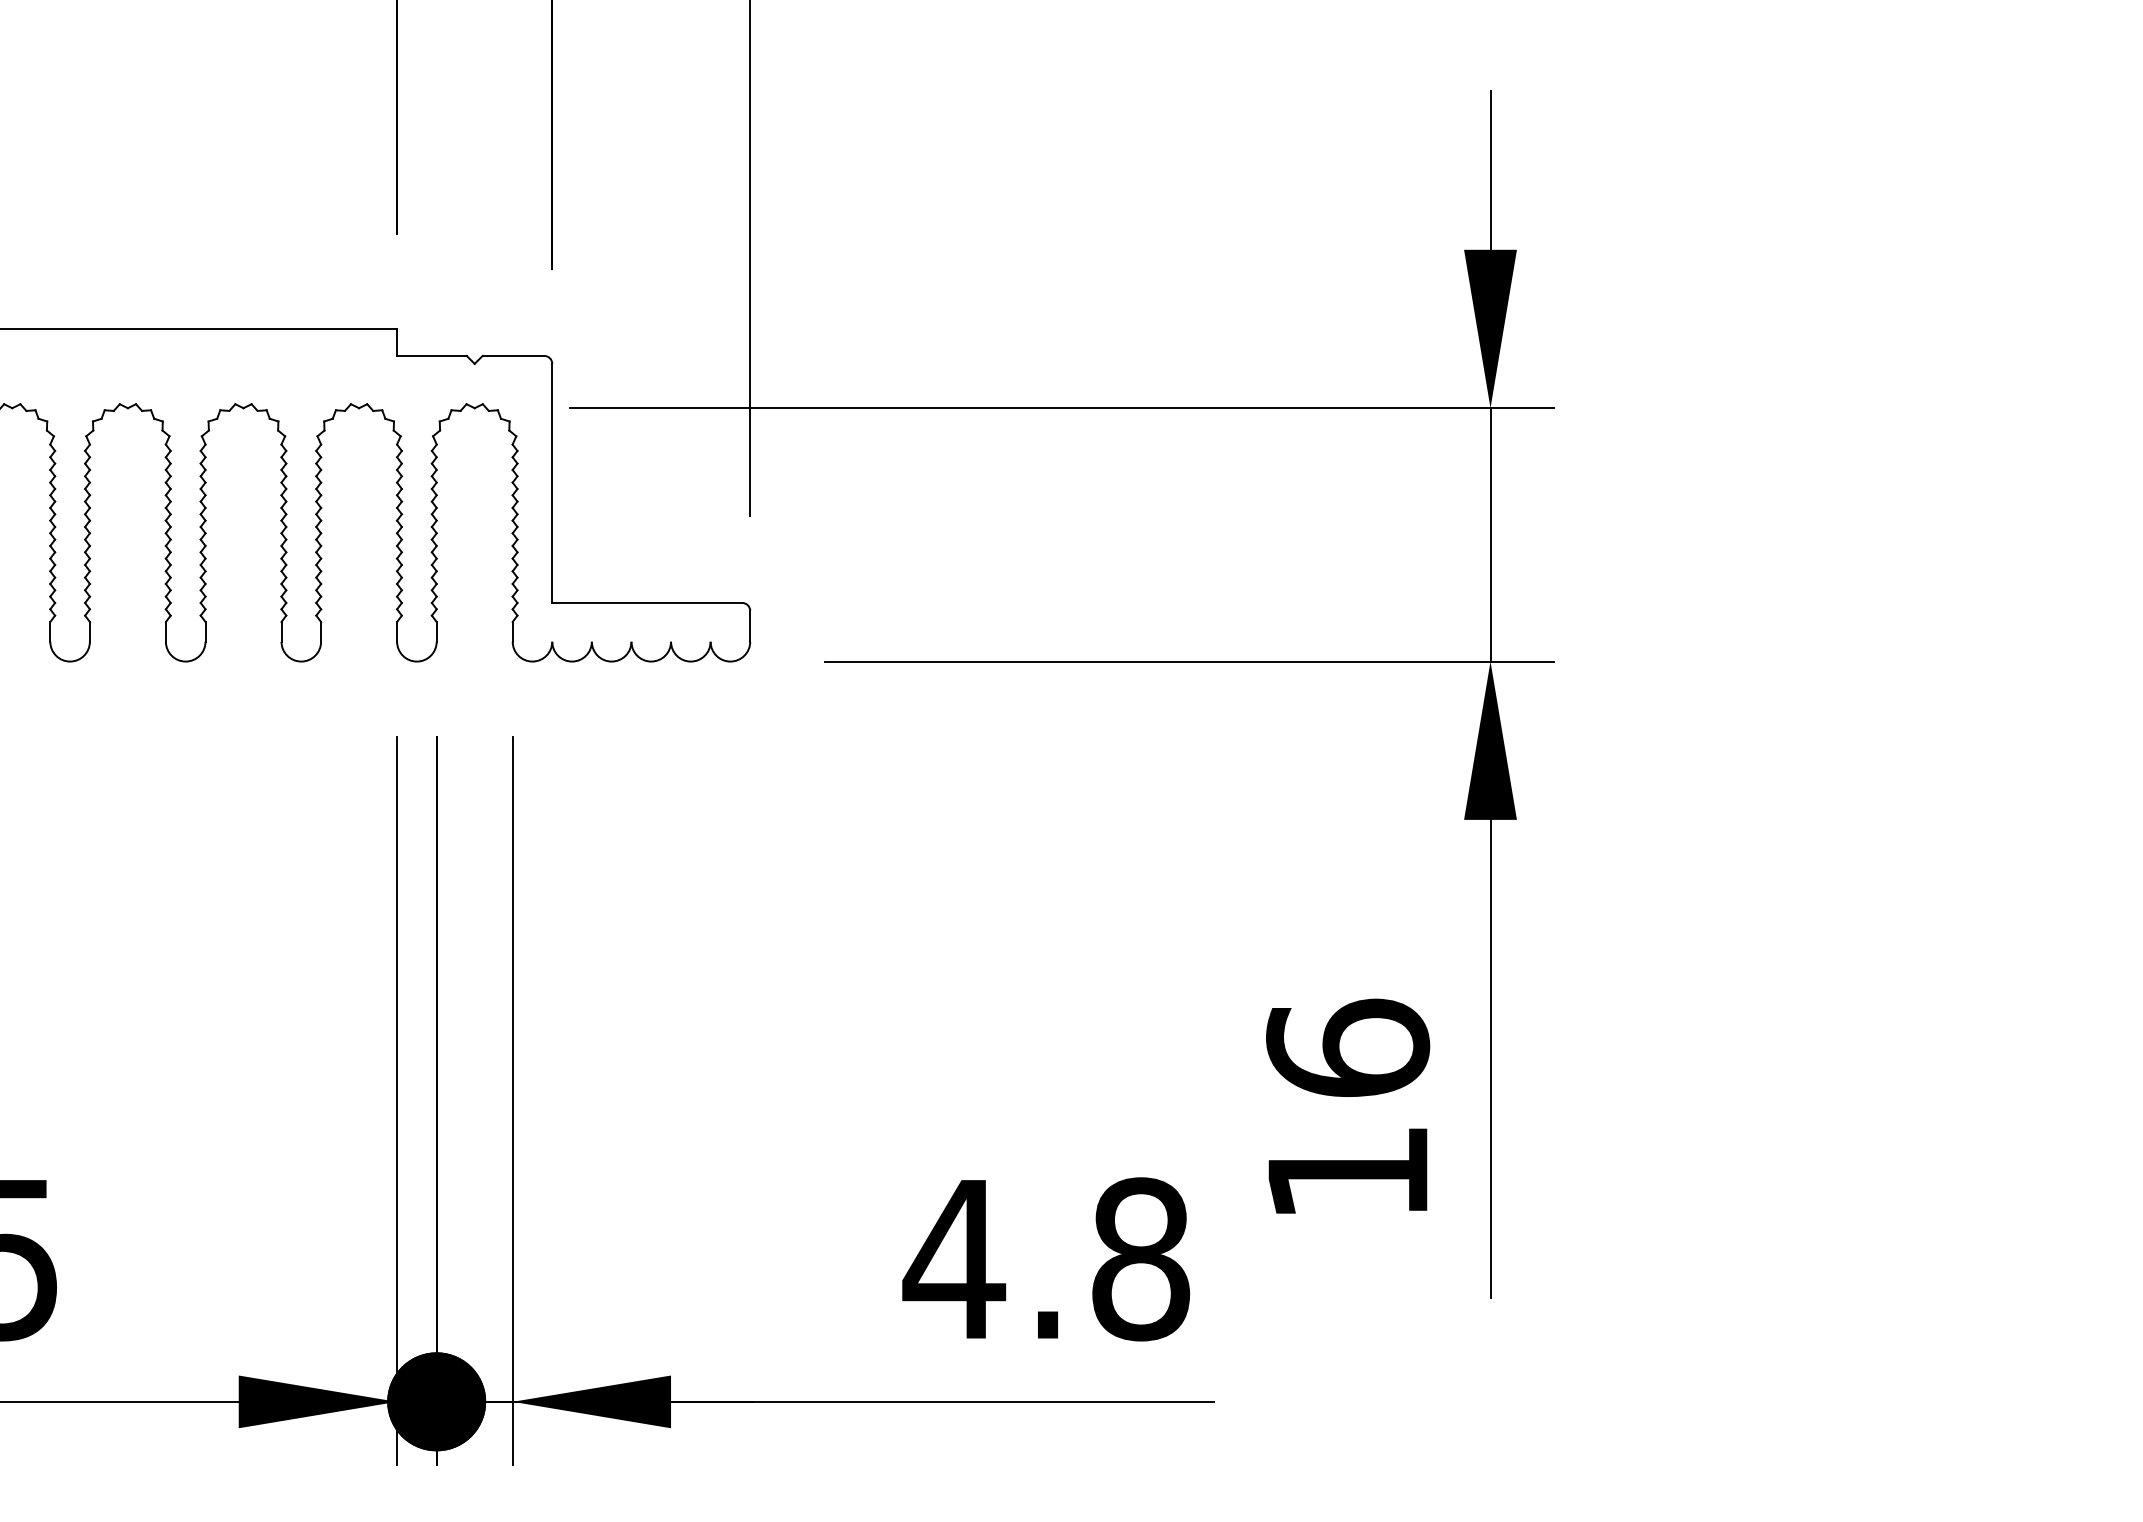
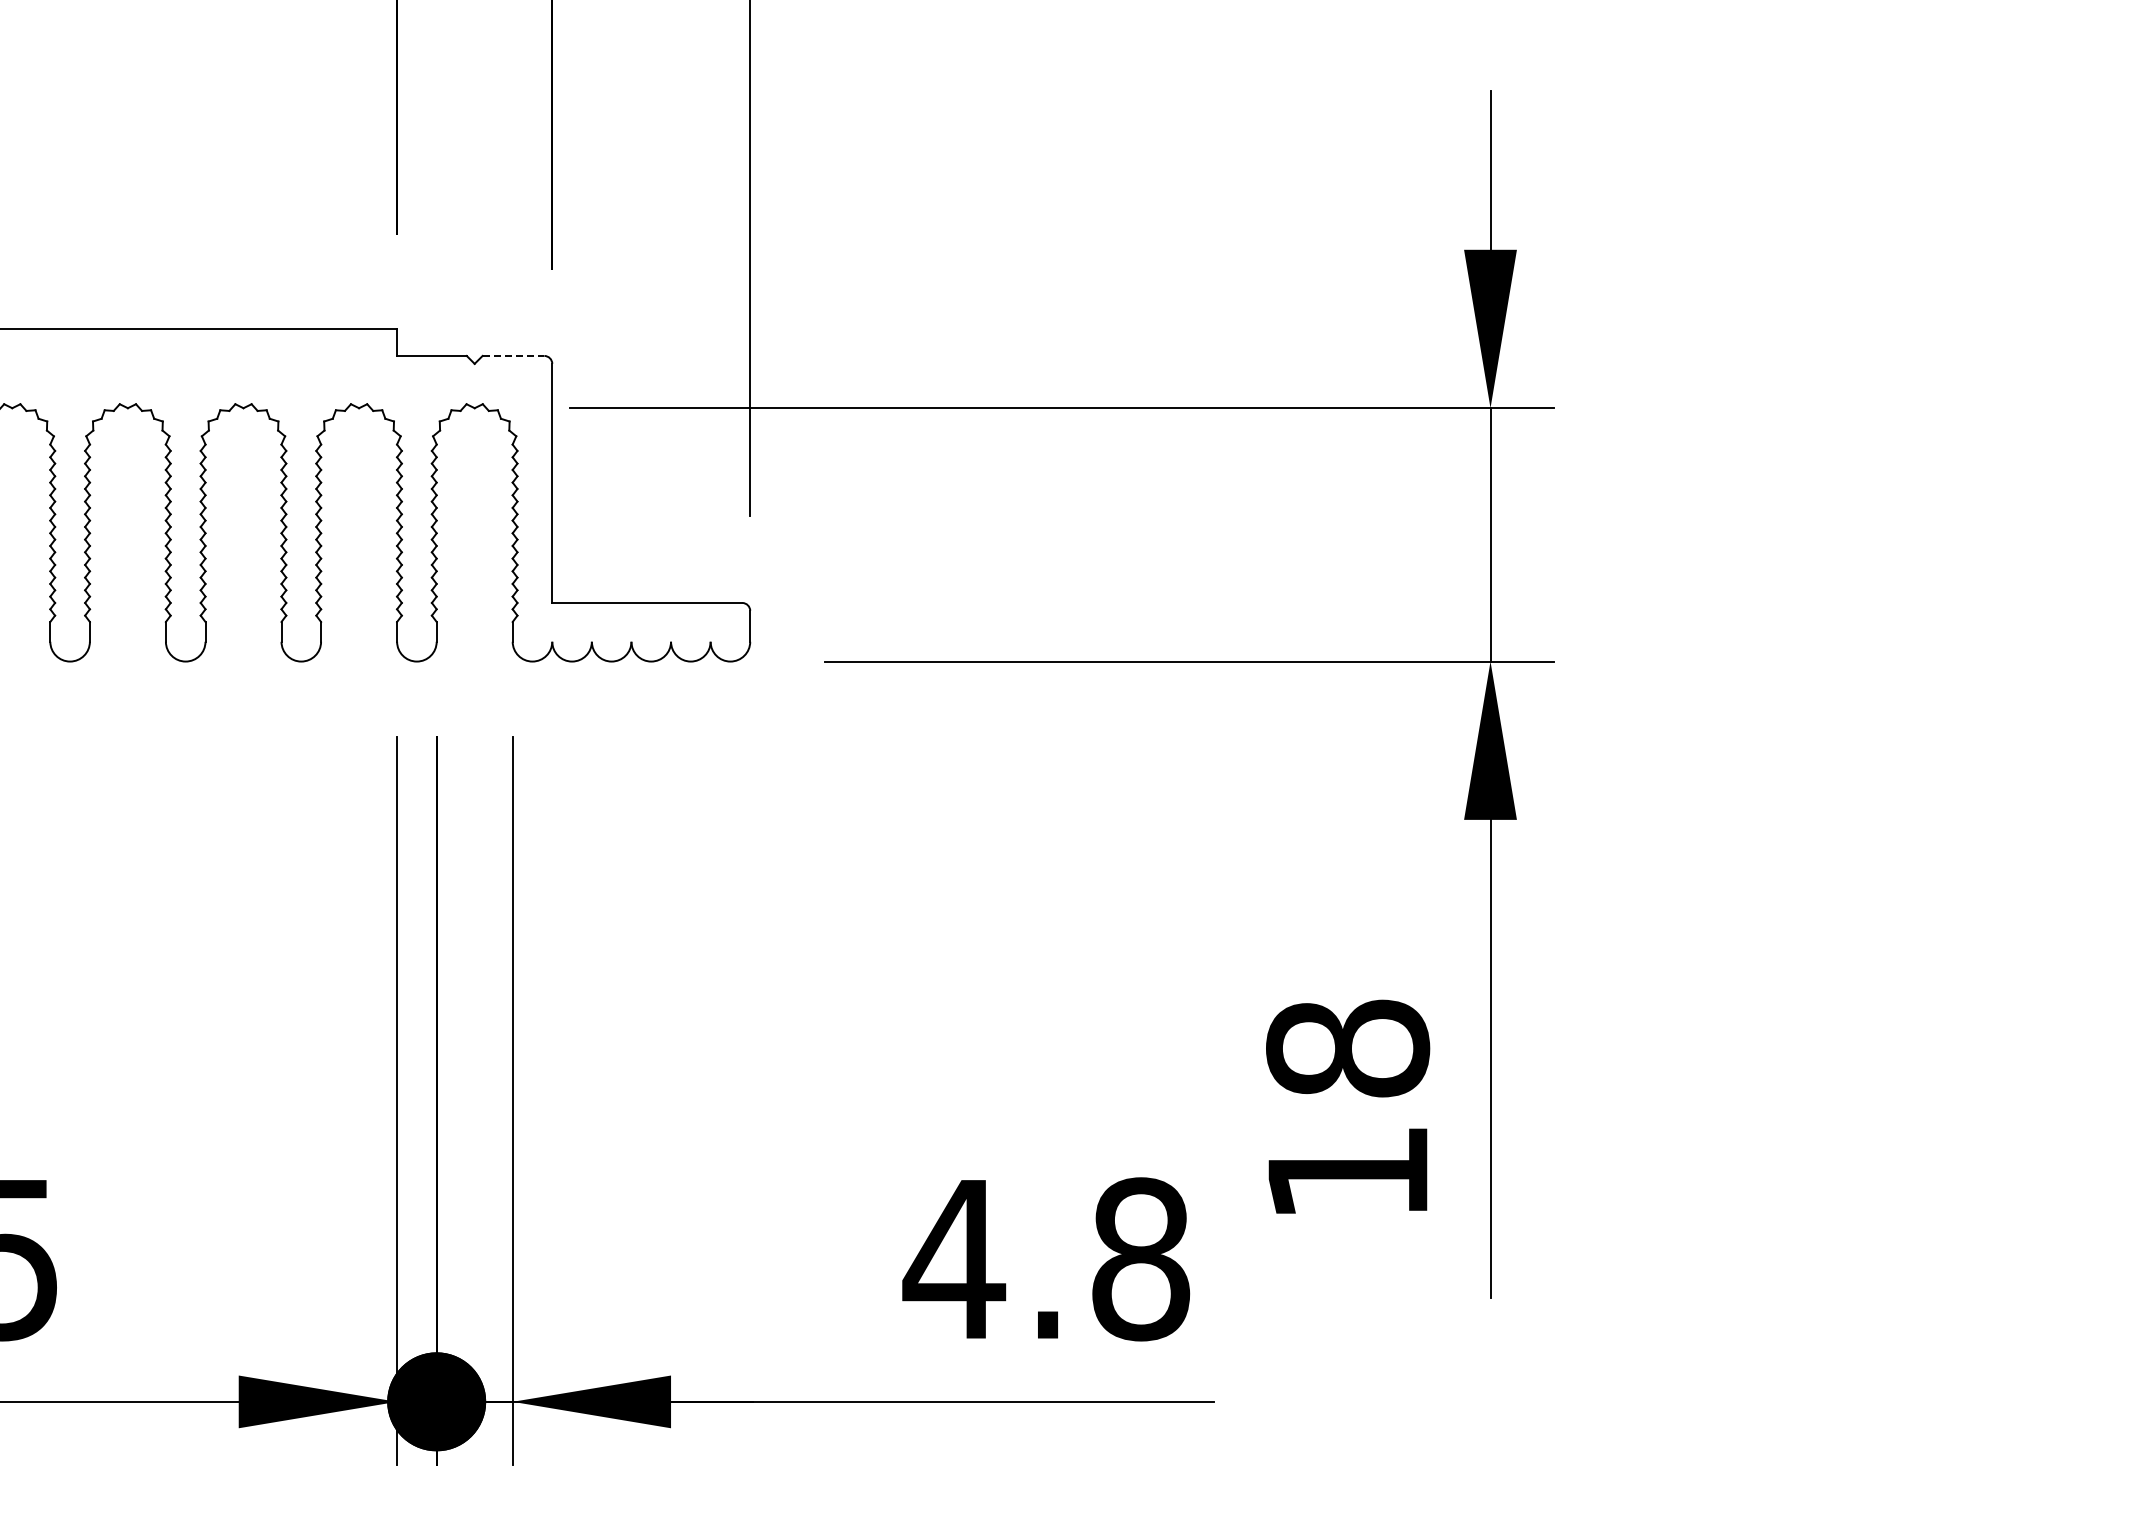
line at (513, 355): solid -> dashed
text at (1348, 1047): 16 -> 18
